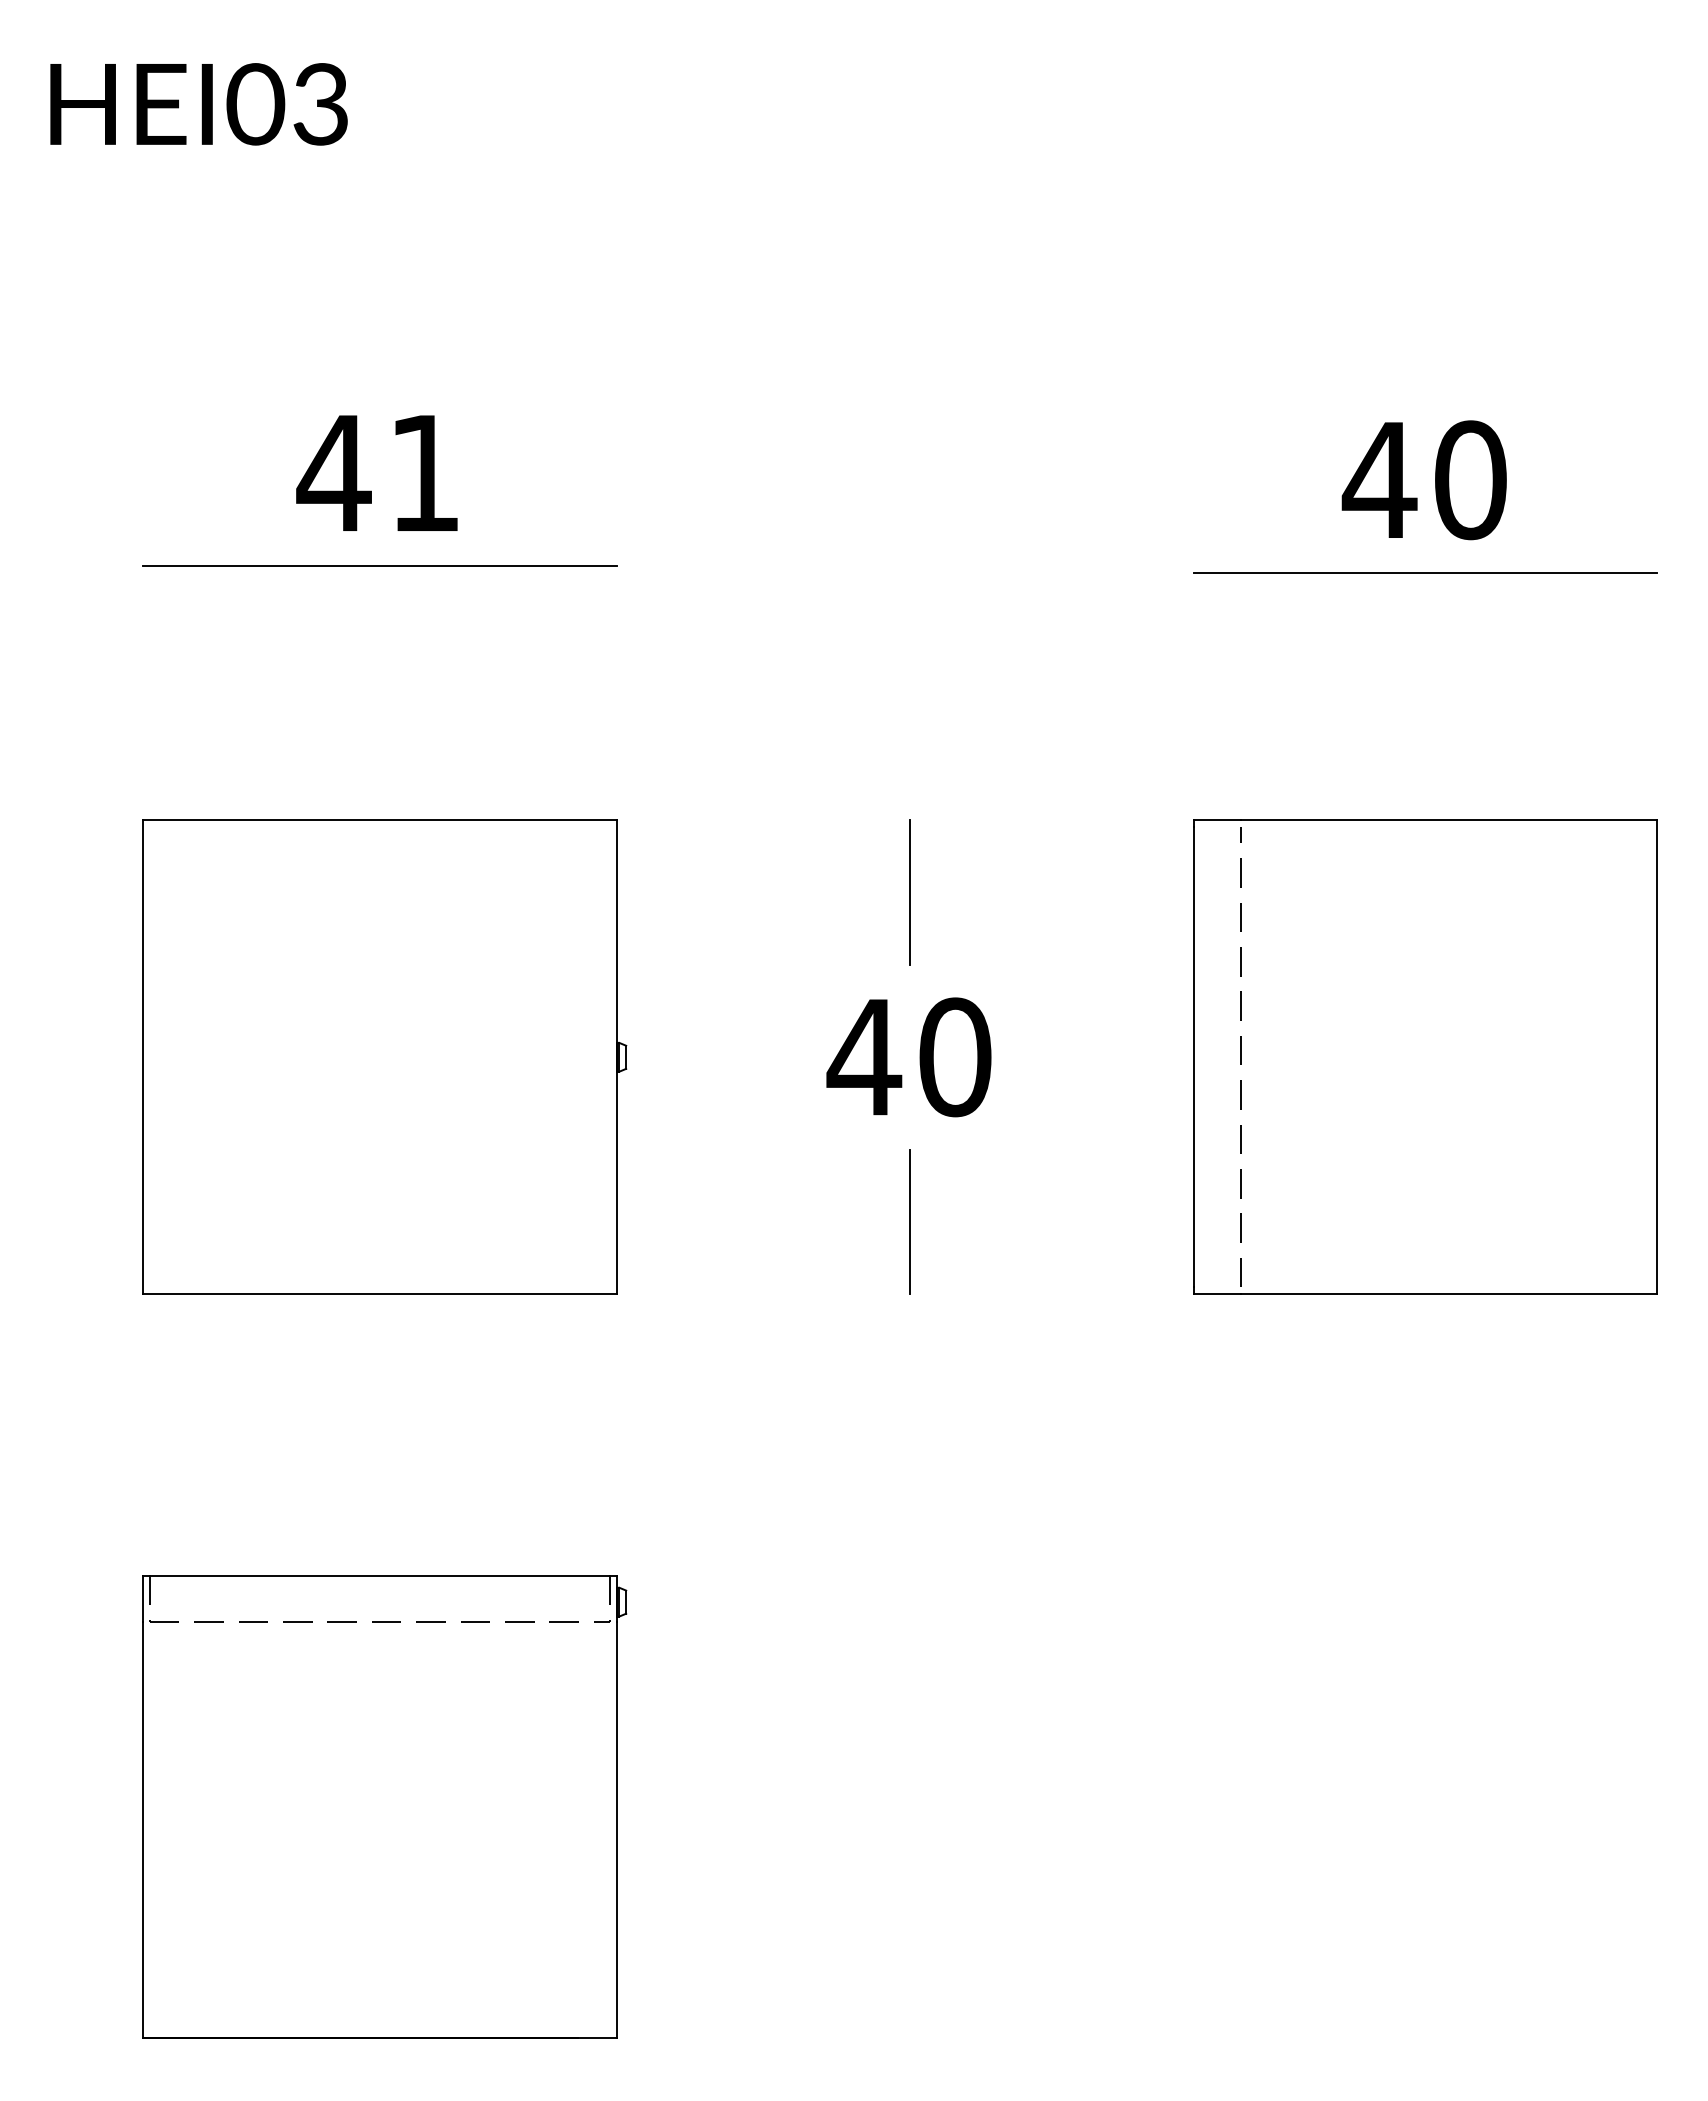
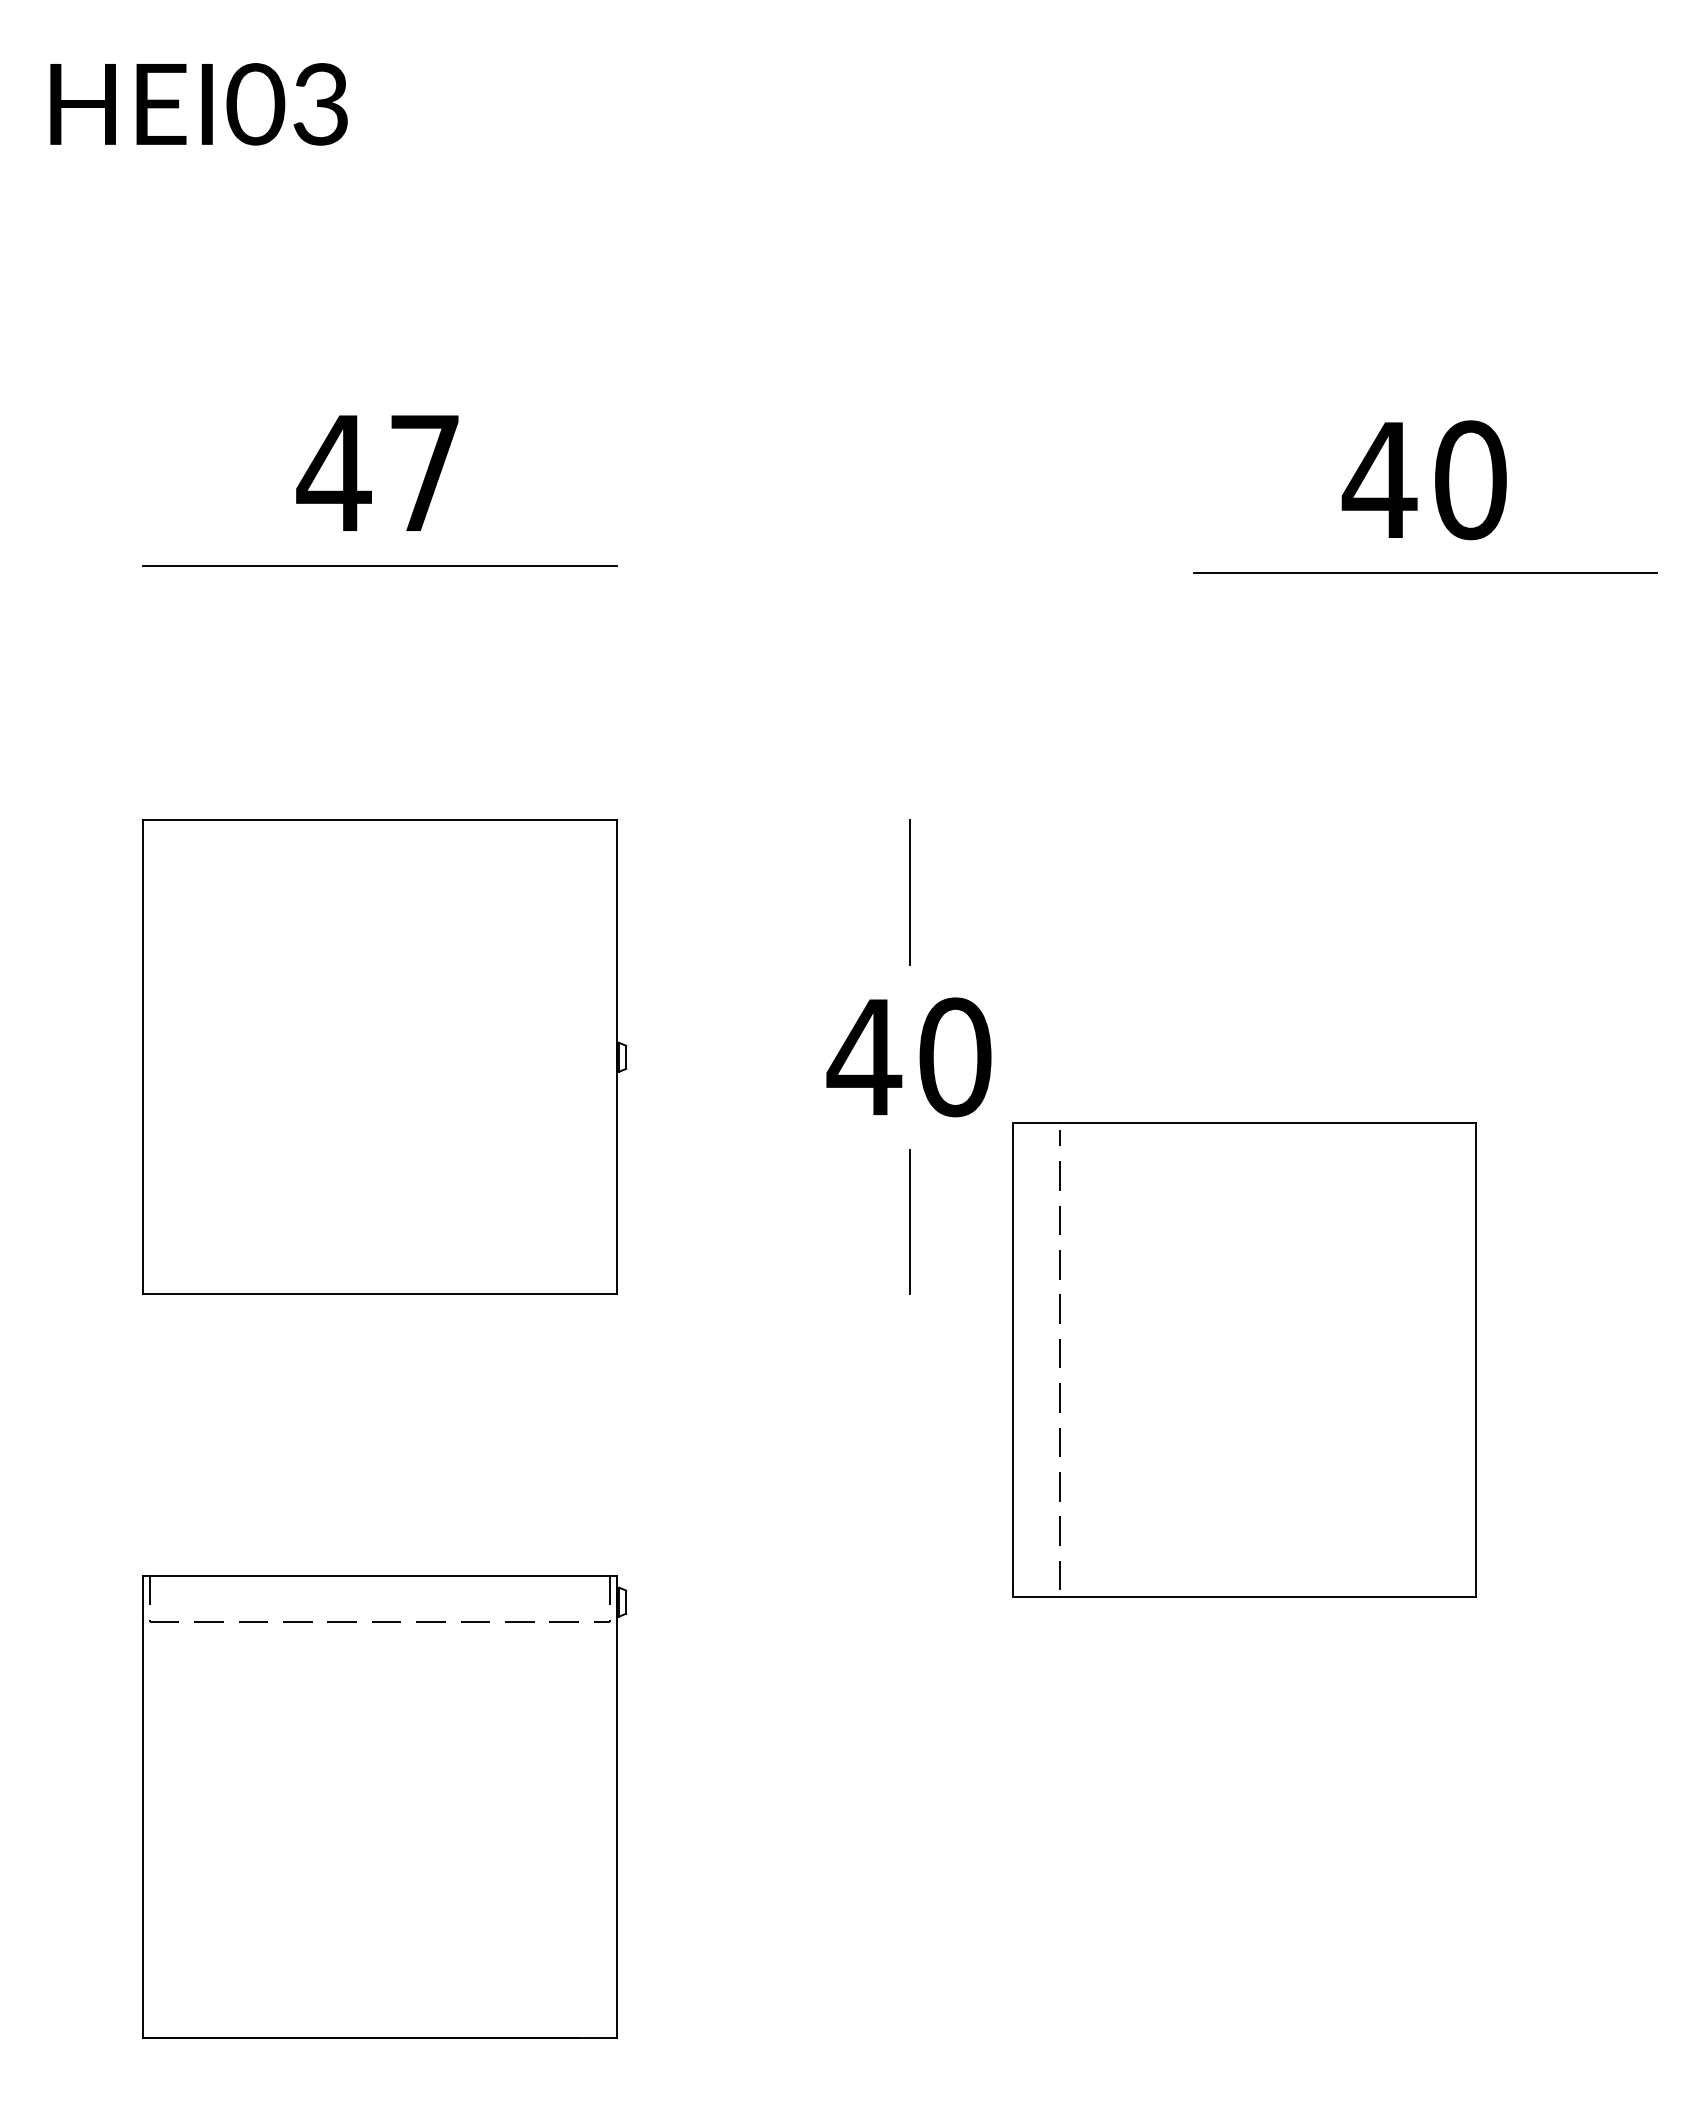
text at (424, 472): 41 -> 47
part at (1425, 1056) position: (1425, 1056) -> (1244, 1359)
